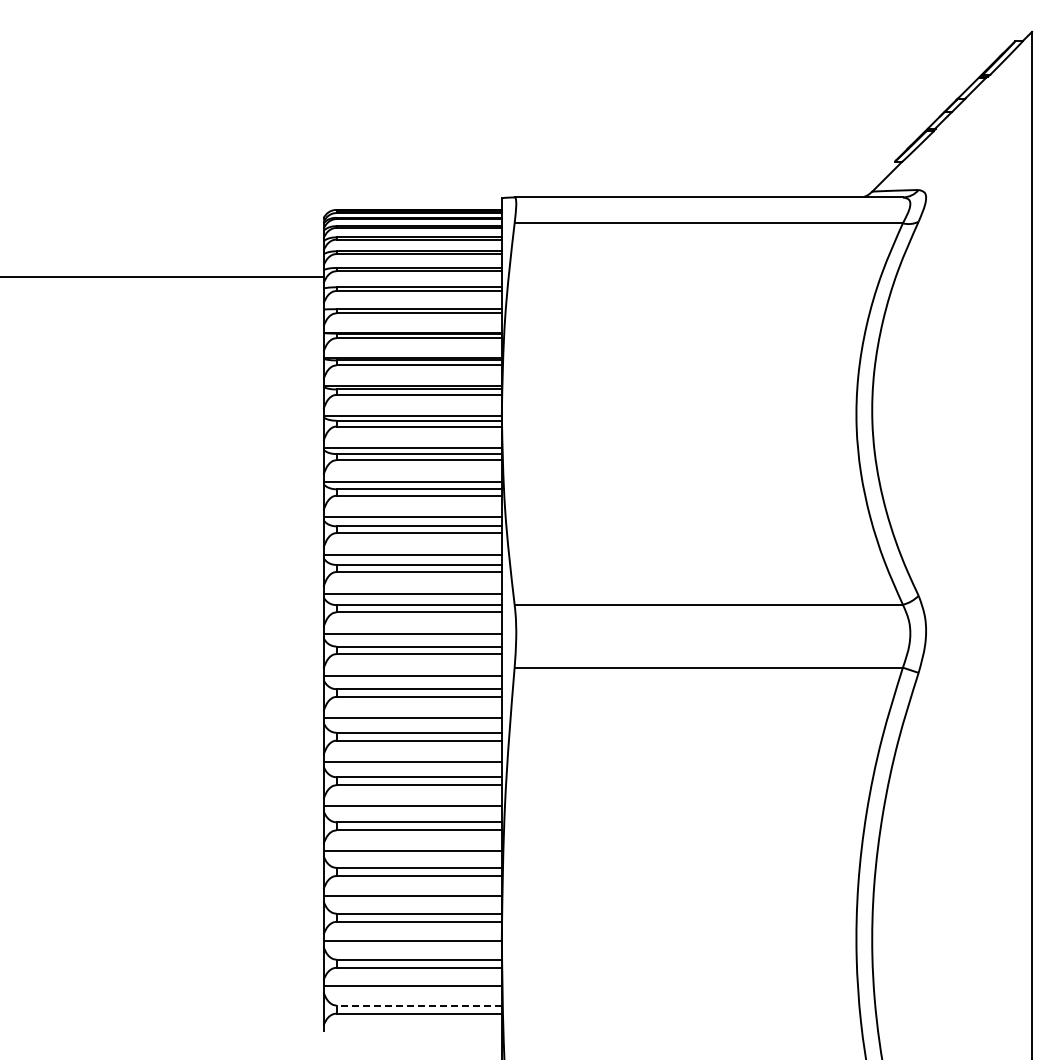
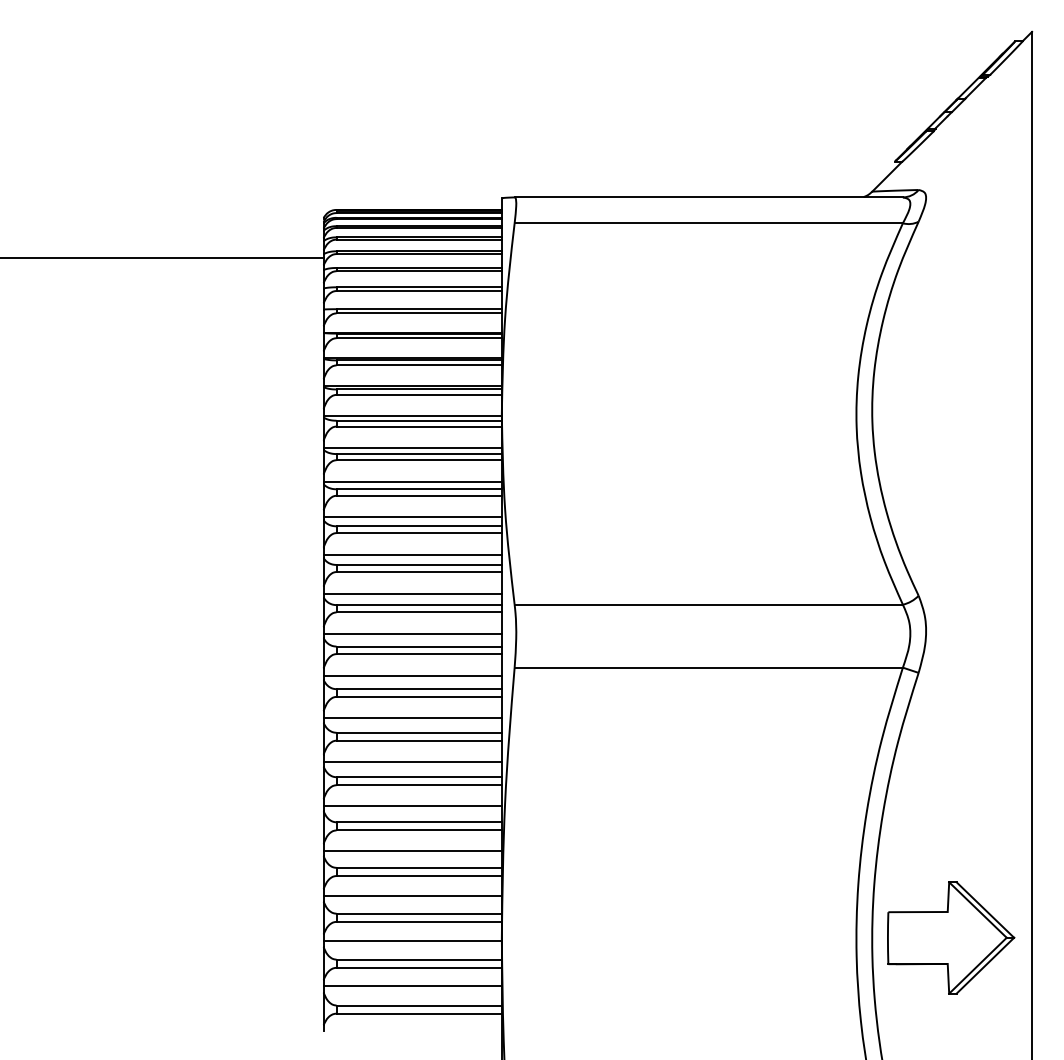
line at (162, 276) position: (162, 276) -> (162, 257)
part at (951, 937): none -> present
line at (419, 1005): dashed -> solid
